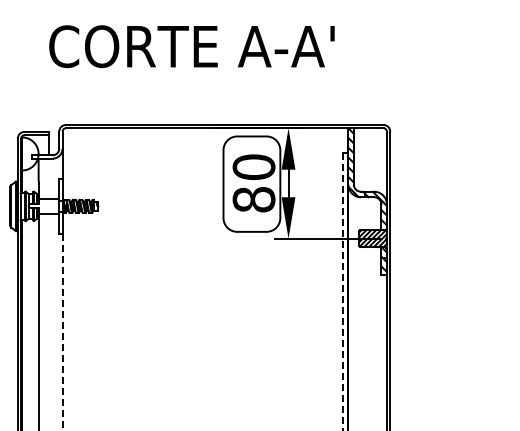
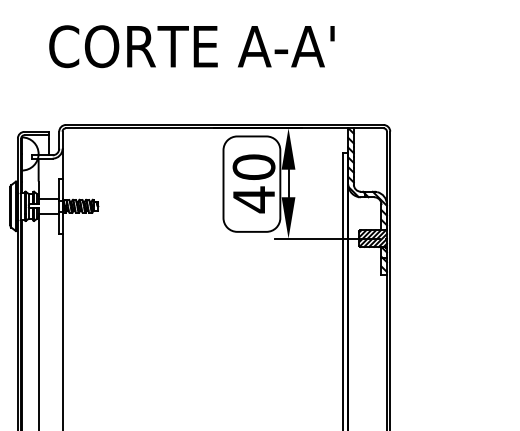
text at (253, 199): 80 -> 40
line at (342, 291): dashed -> solid
line at (62, 332): dashed -> solid
